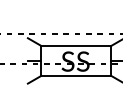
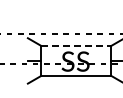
line at (76, 45): solid -> dashed
